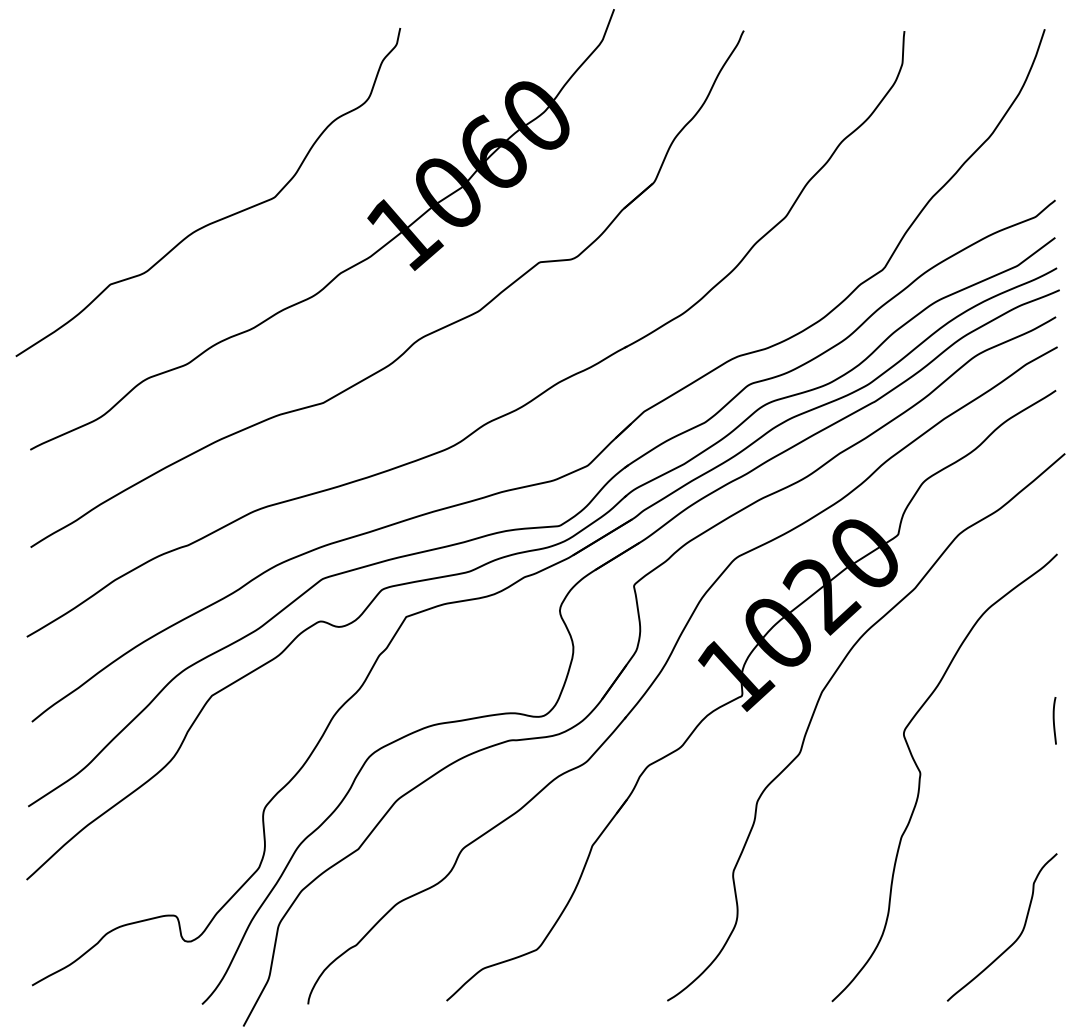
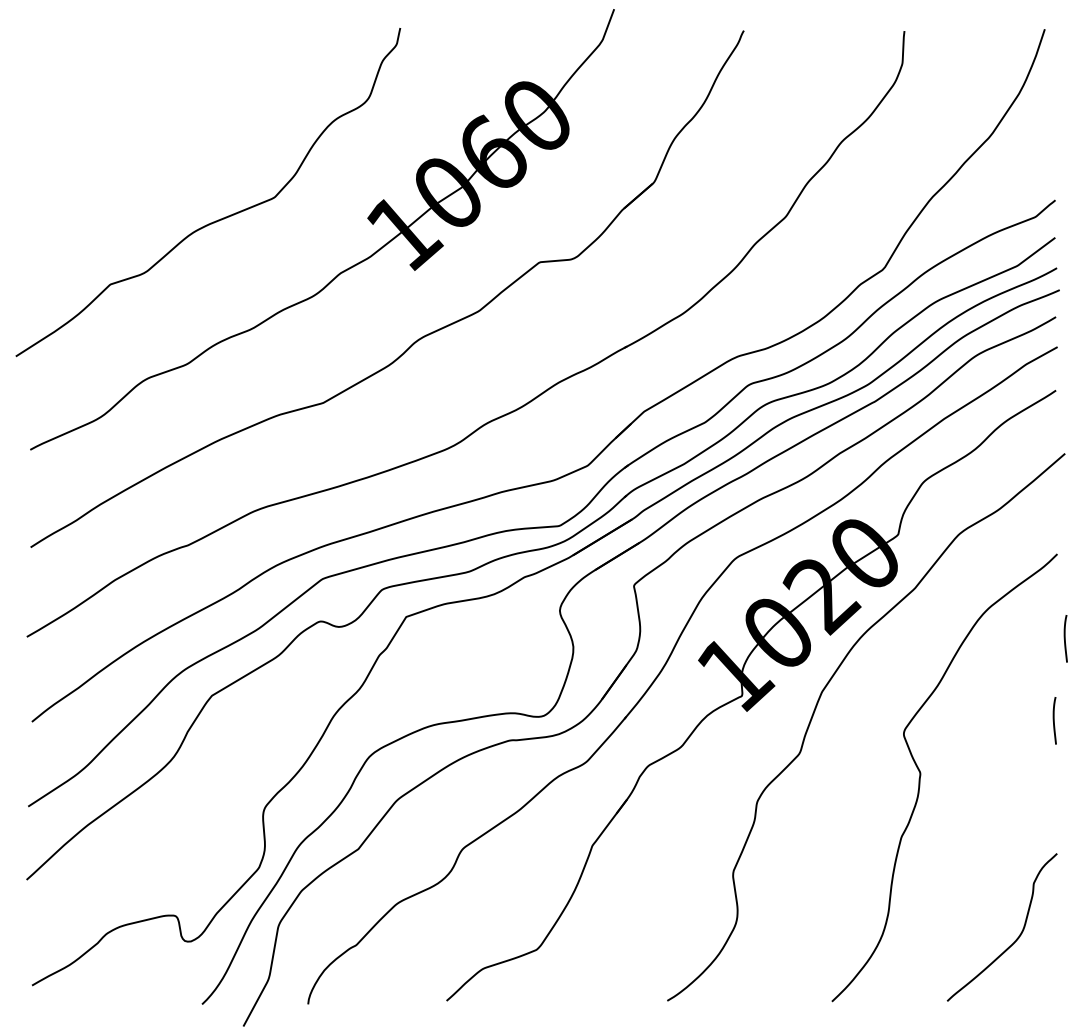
curve at (1065, 638): none -> present
